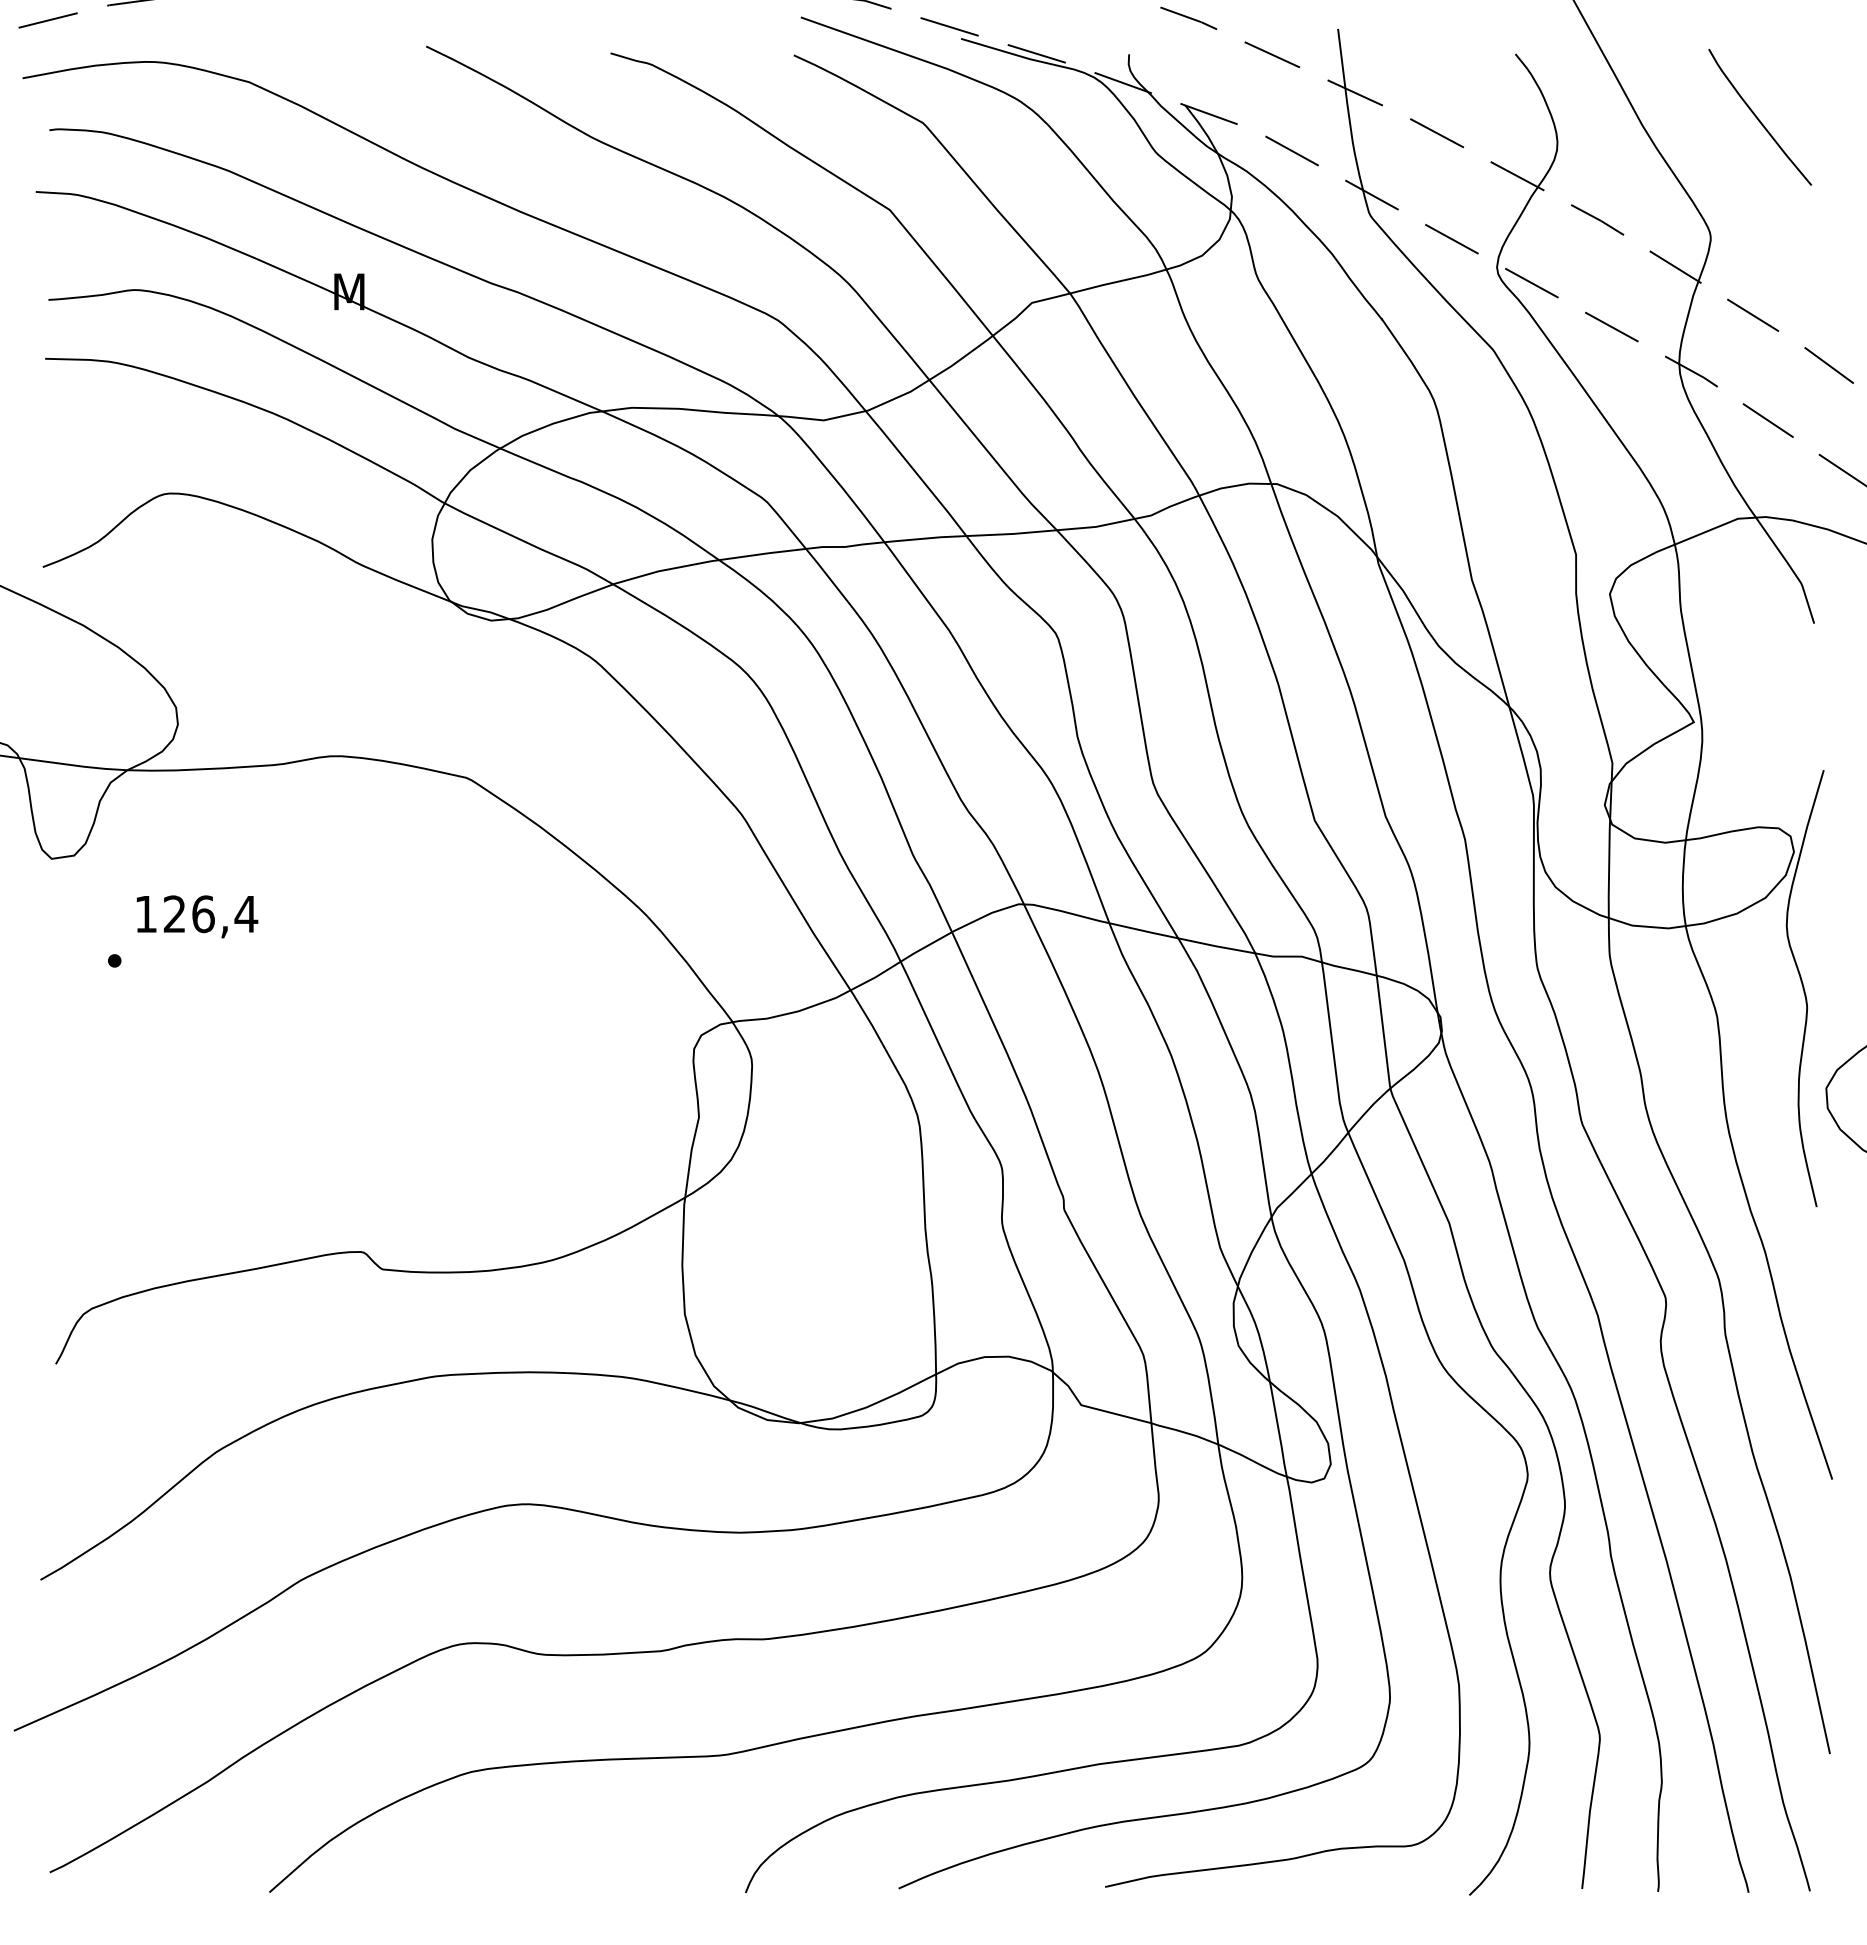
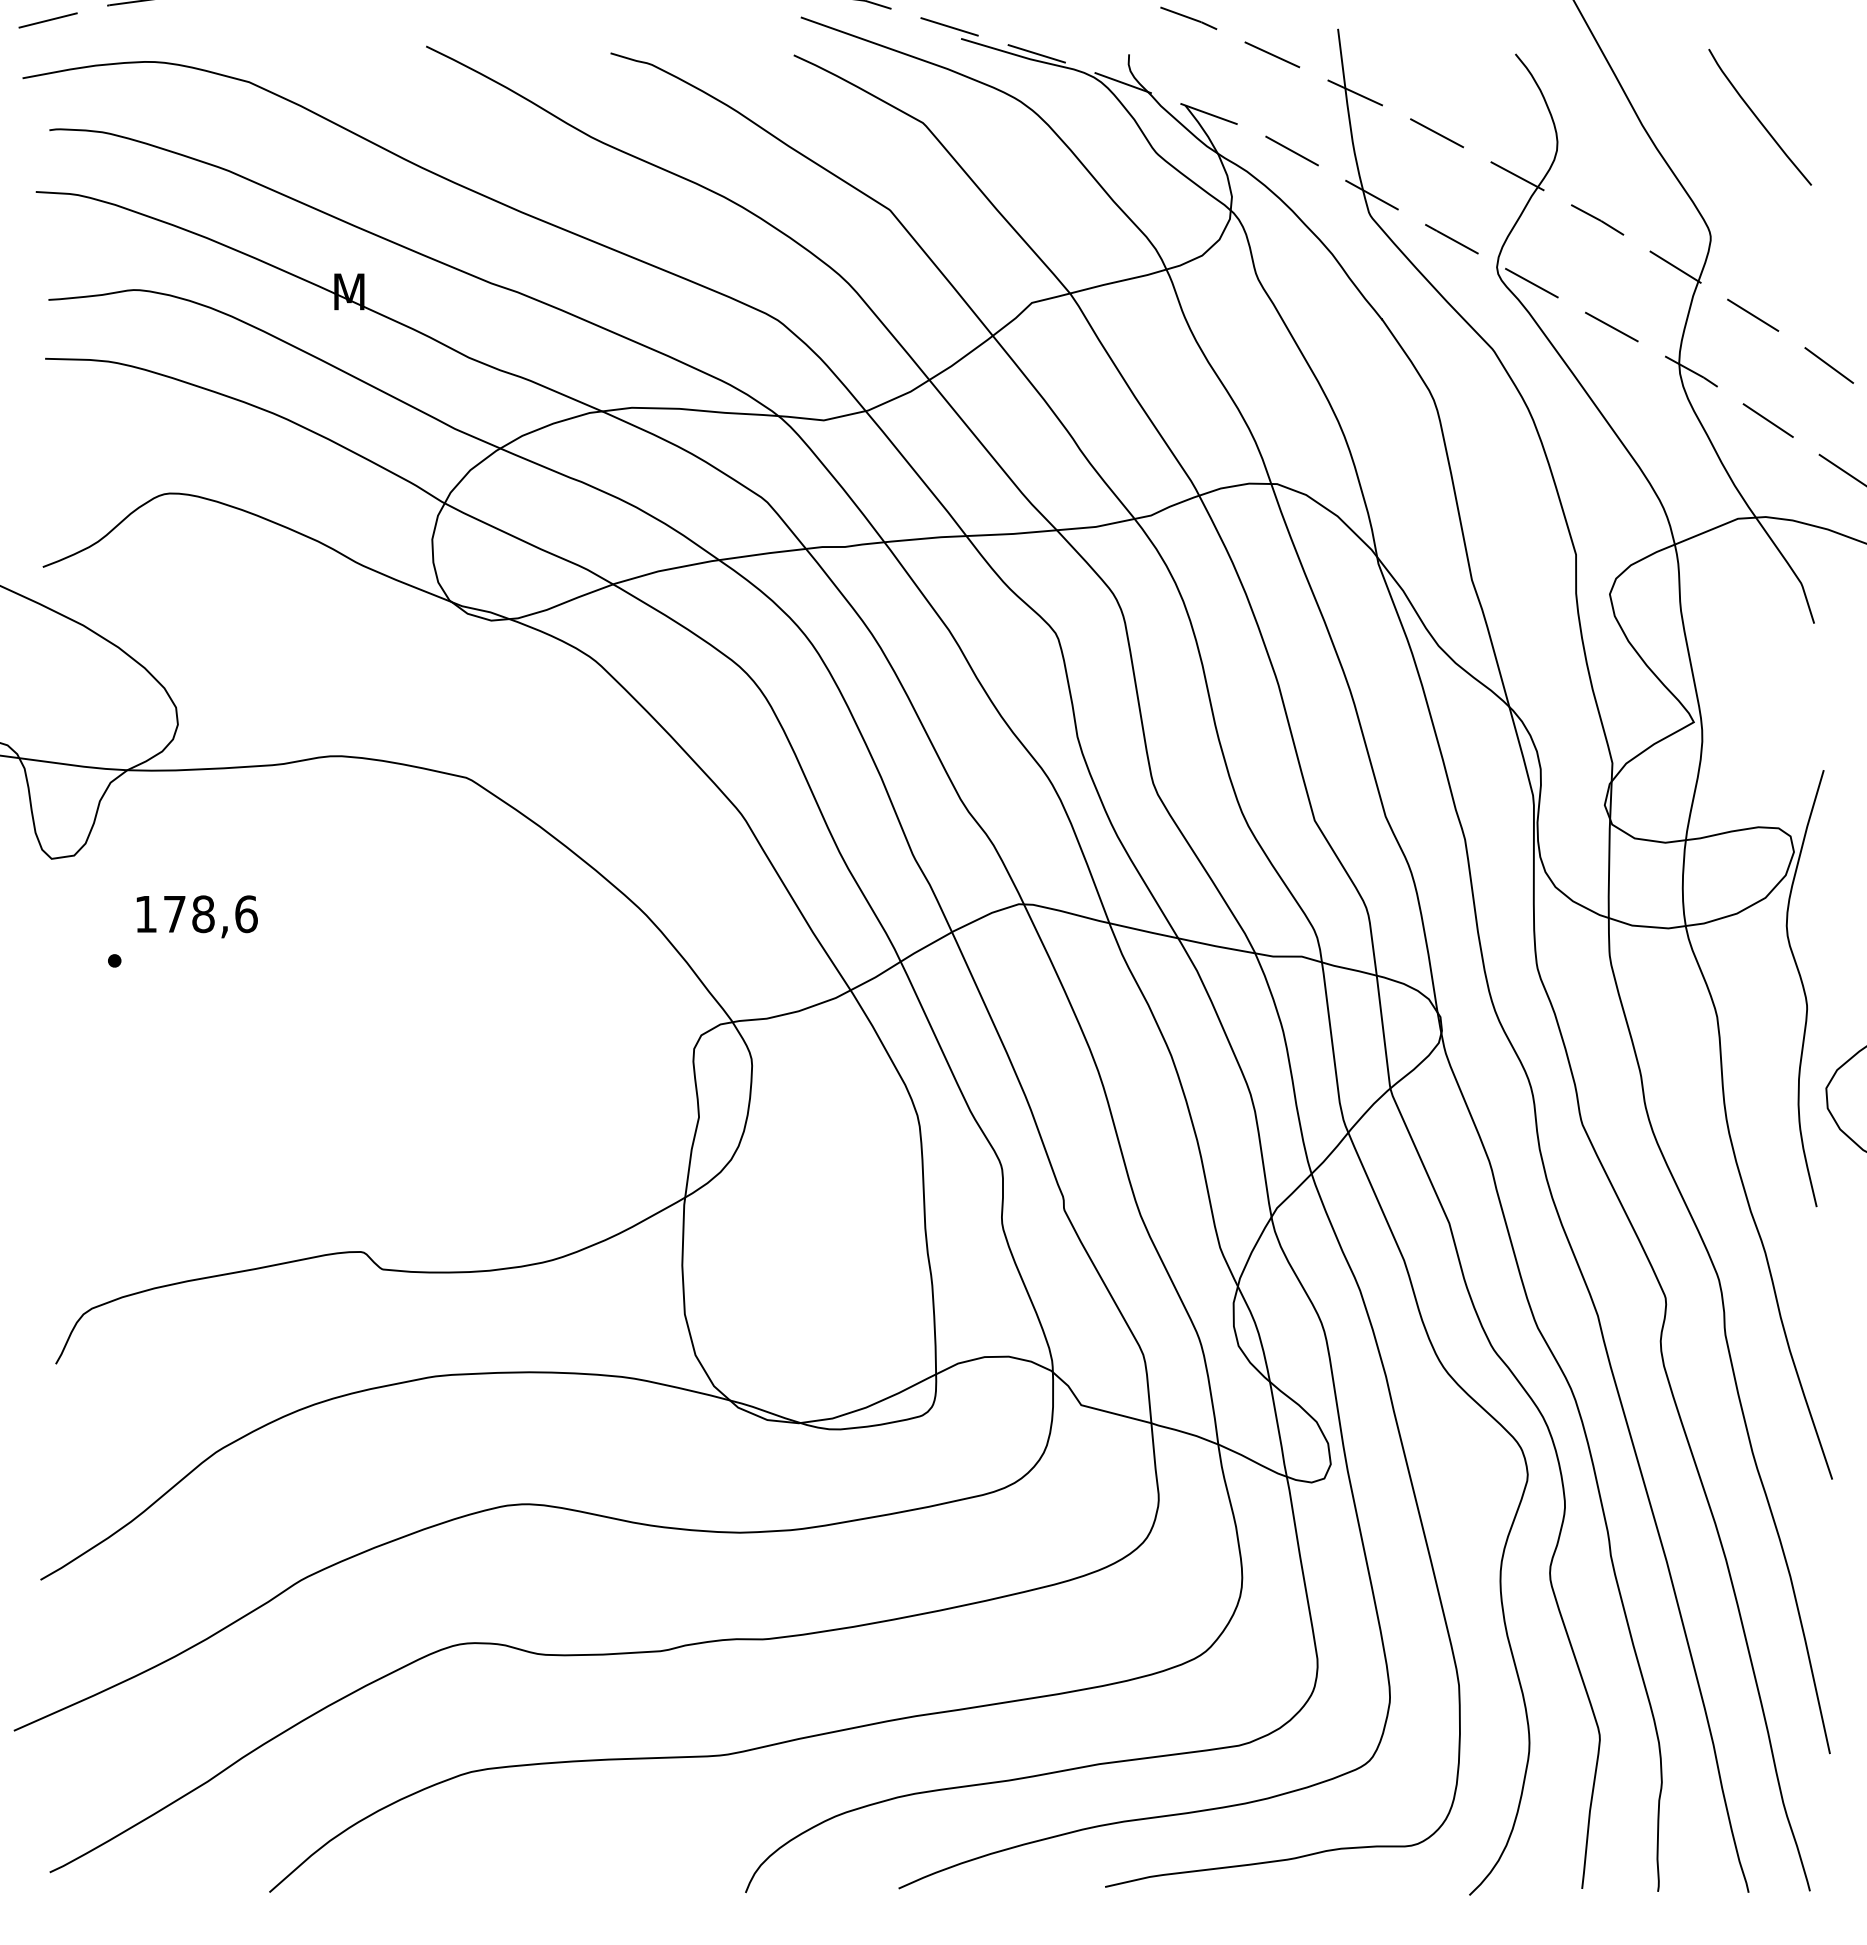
text at (210, 914): 126,4 -> 178,6
